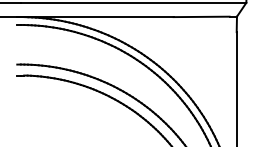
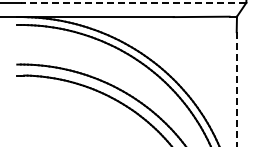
line at (133, 2): solid -> dashed
line at (236, 90): solid -> dashed
